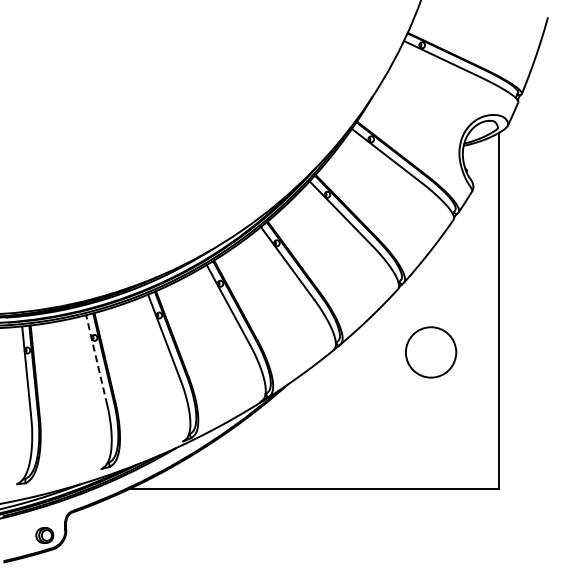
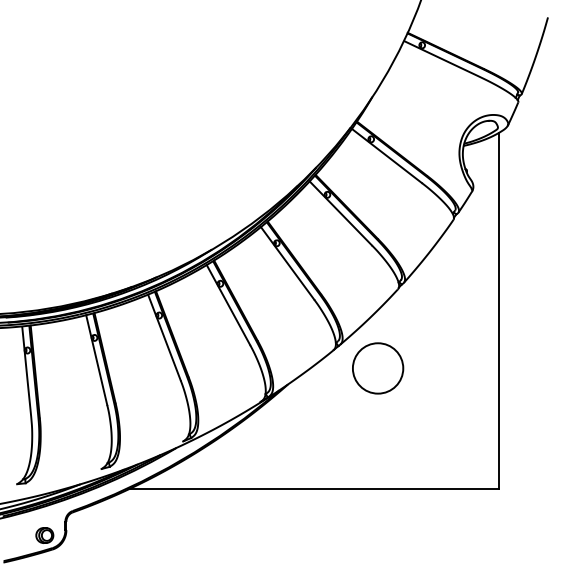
circle at (431, 352) position: (431, 352) -> (378, 368)
line at (96, 359): dashed -> solid
